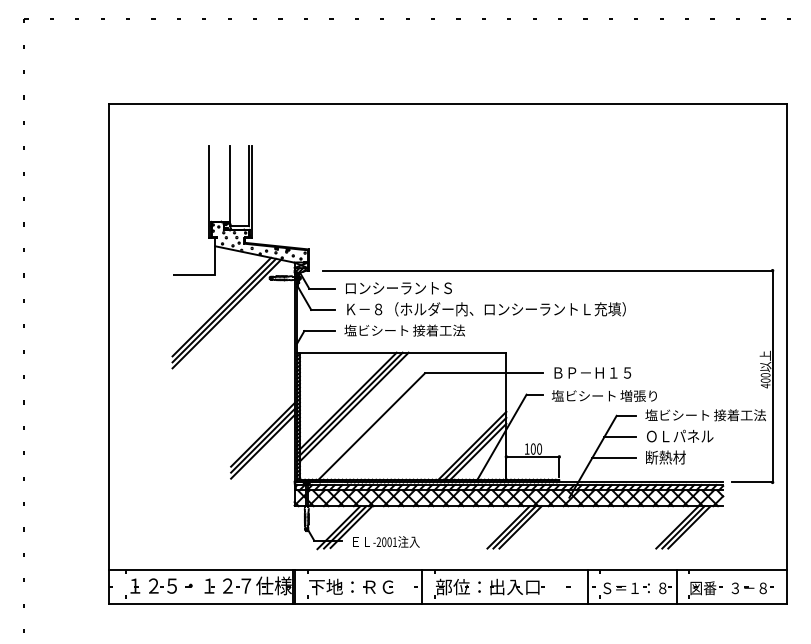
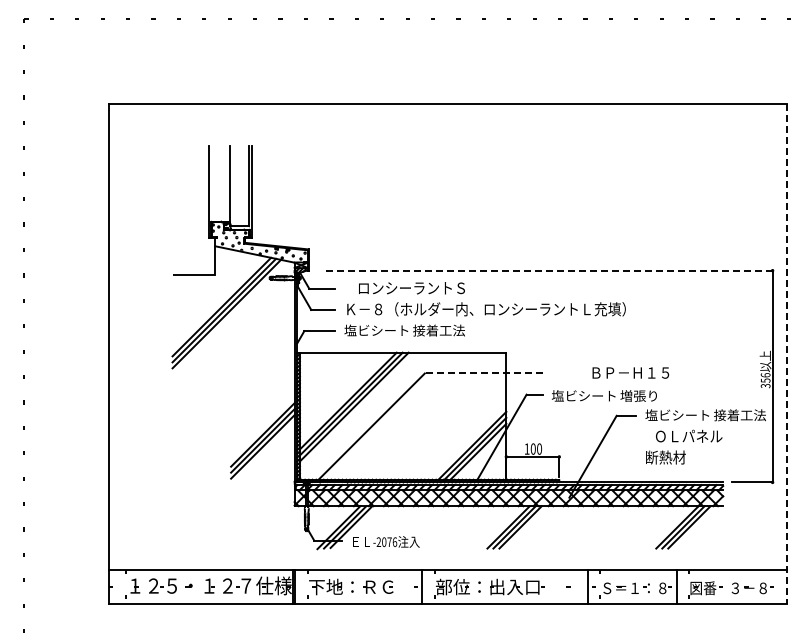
line at (547, 270): solid -> dashed
text at (398, 288) position: (398, 288) -> (411, 288)
line at (786, 353): solid -> dashed
text at (592, 372) position: (592, 372) -> (630, 372)
line at (483, 373): solid -> dashed
text at (765, 380): 400 -> 356
text at (680, 435) position: (680, 435) -> (689, 435)
line at (620, 437): present -> none
line at (614, 458): present -> none
text at (392, 542): -2001 -> -2076
